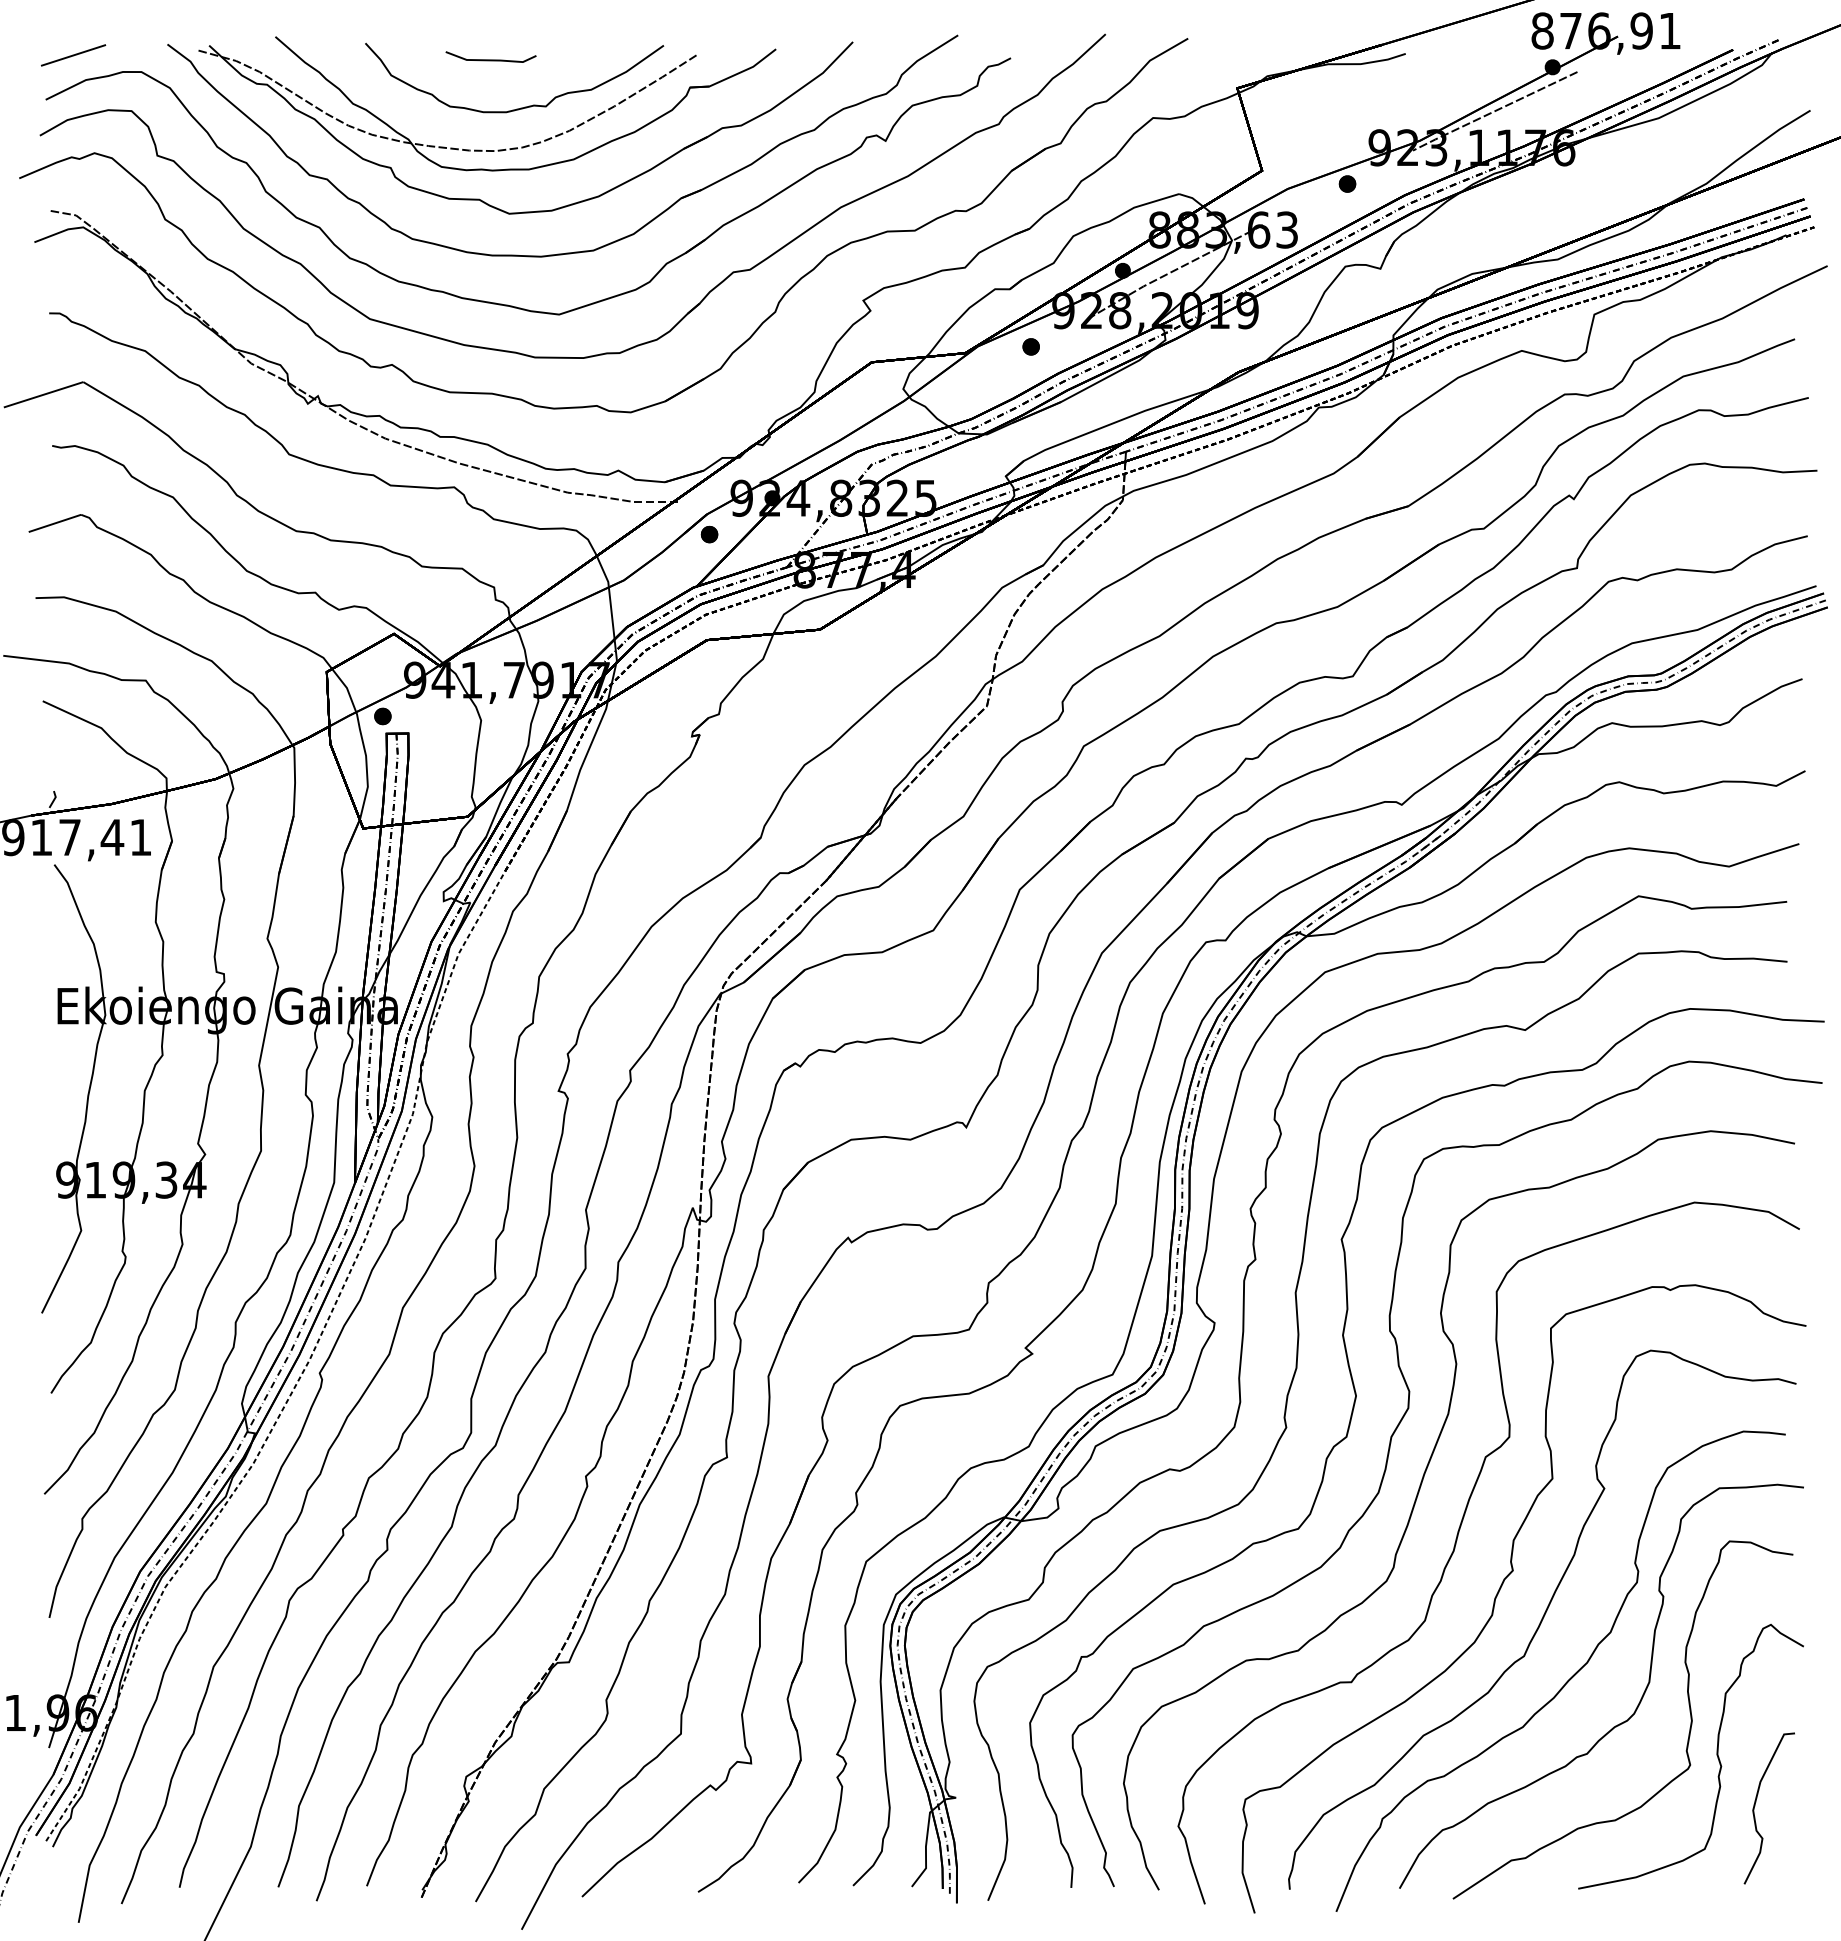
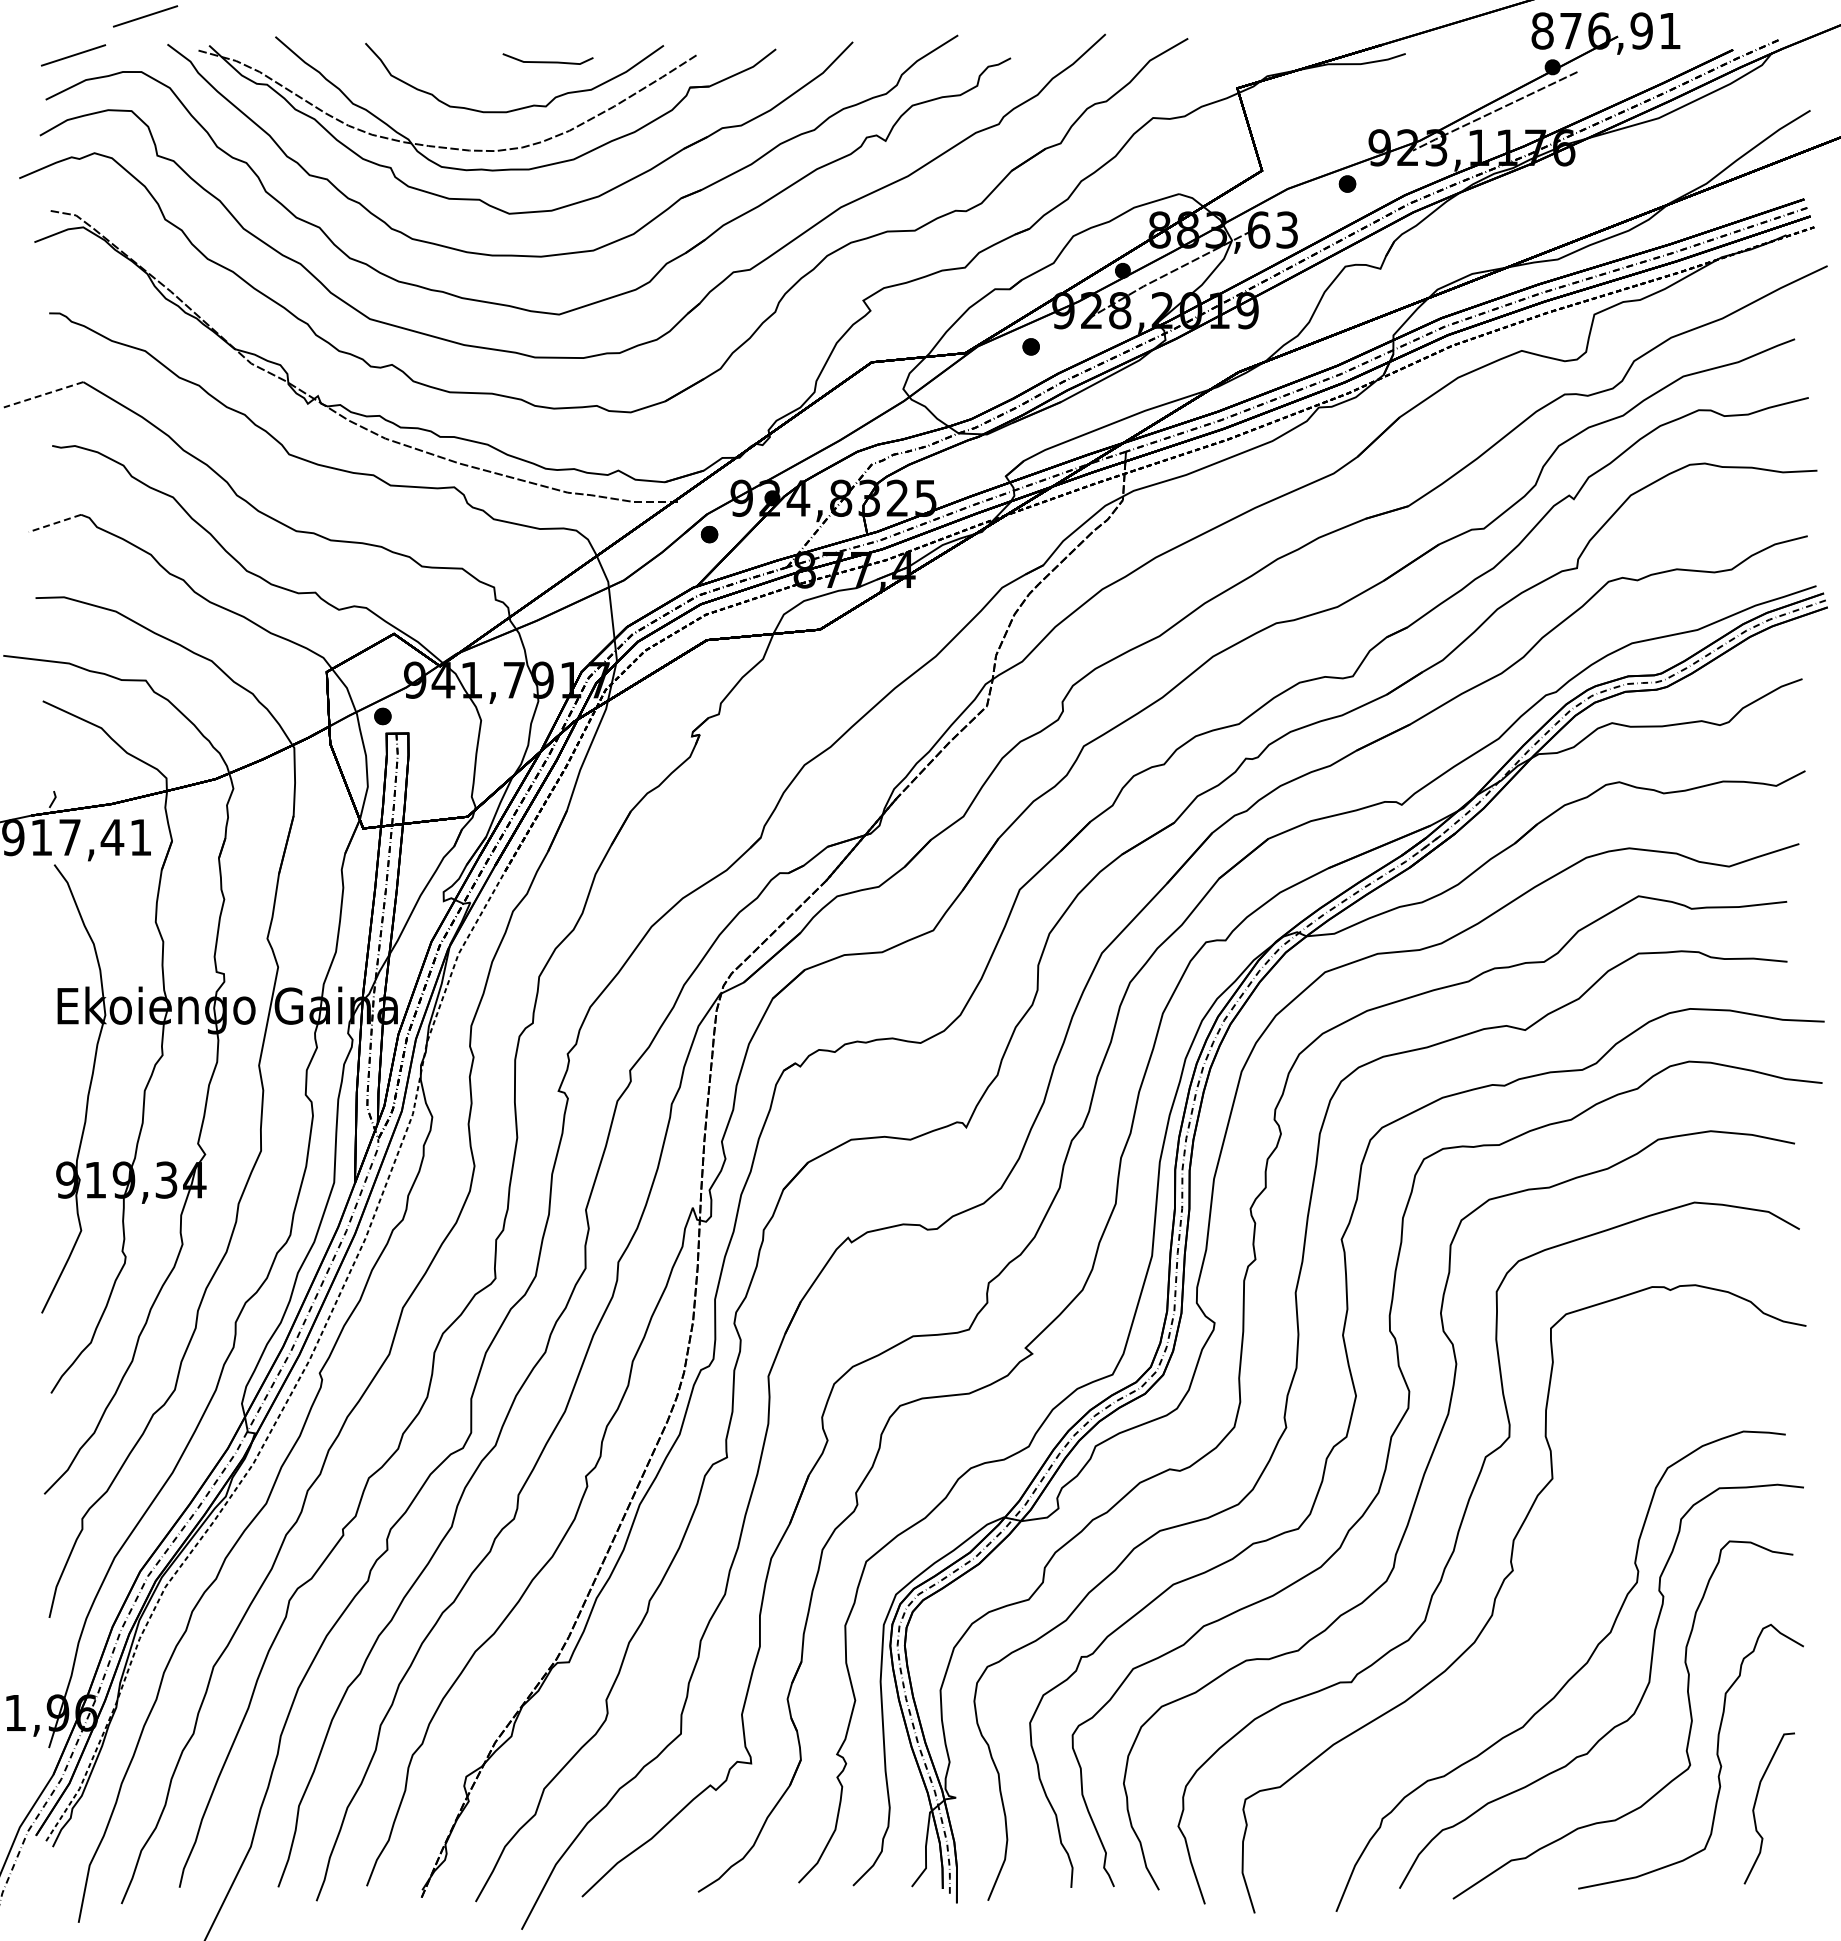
line at (145, 16): none -> present
line at (490, 59) position: (490, 59) -> (547, 61)
line at (43, 394): solid -> dashed
line at (54, 523): solid -> dashed
curve at (1542, 1619): present -> none
